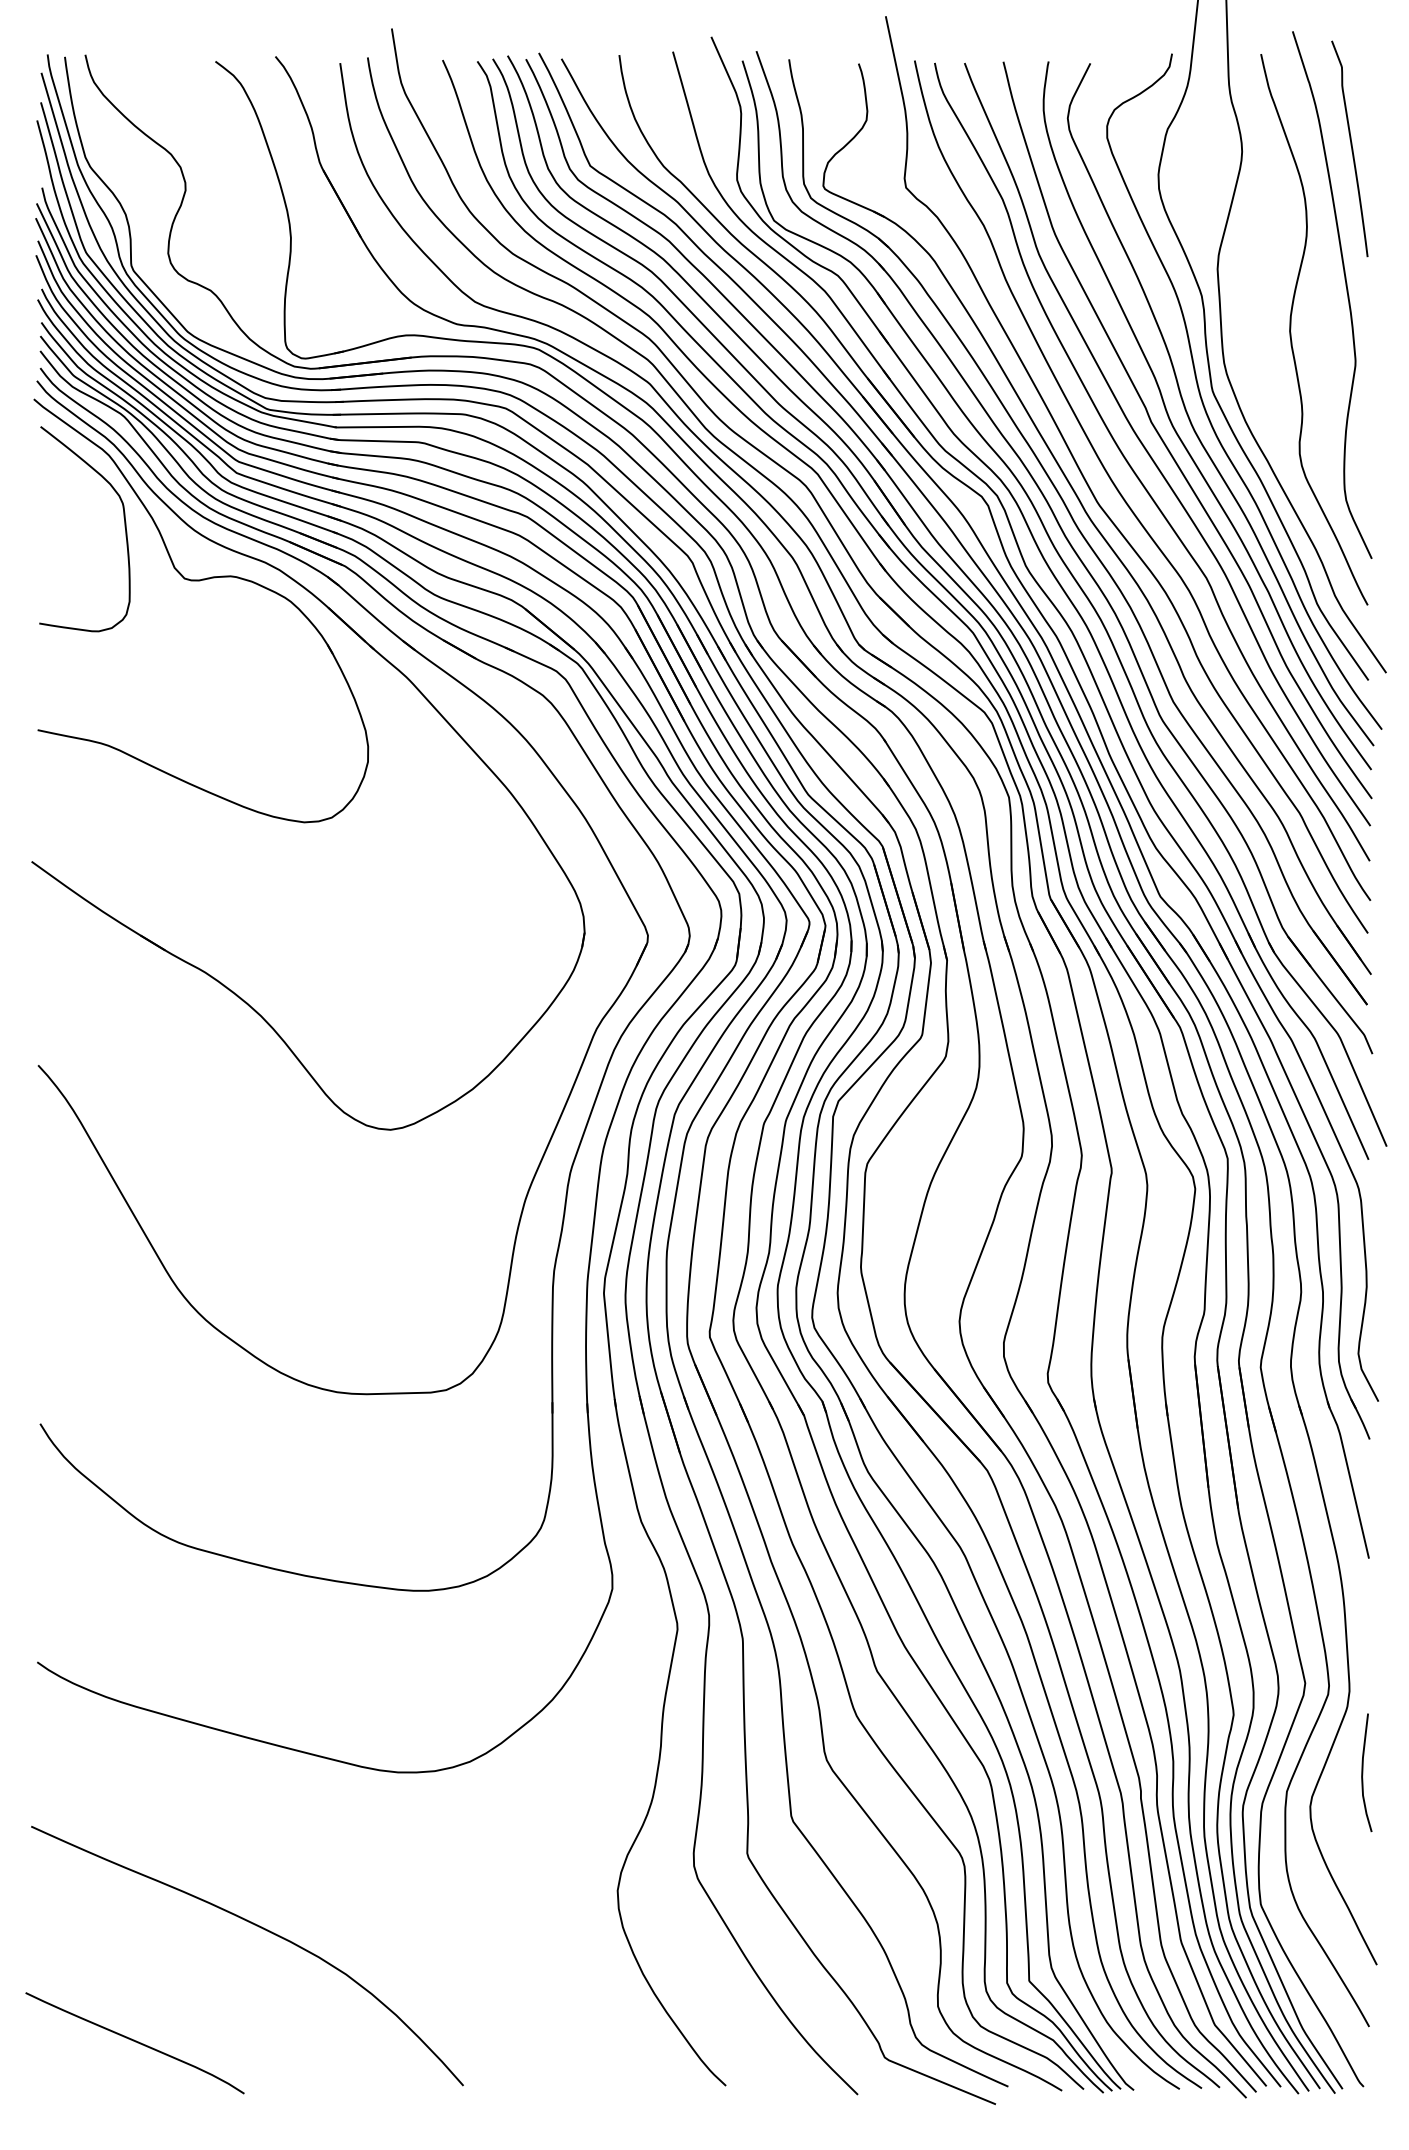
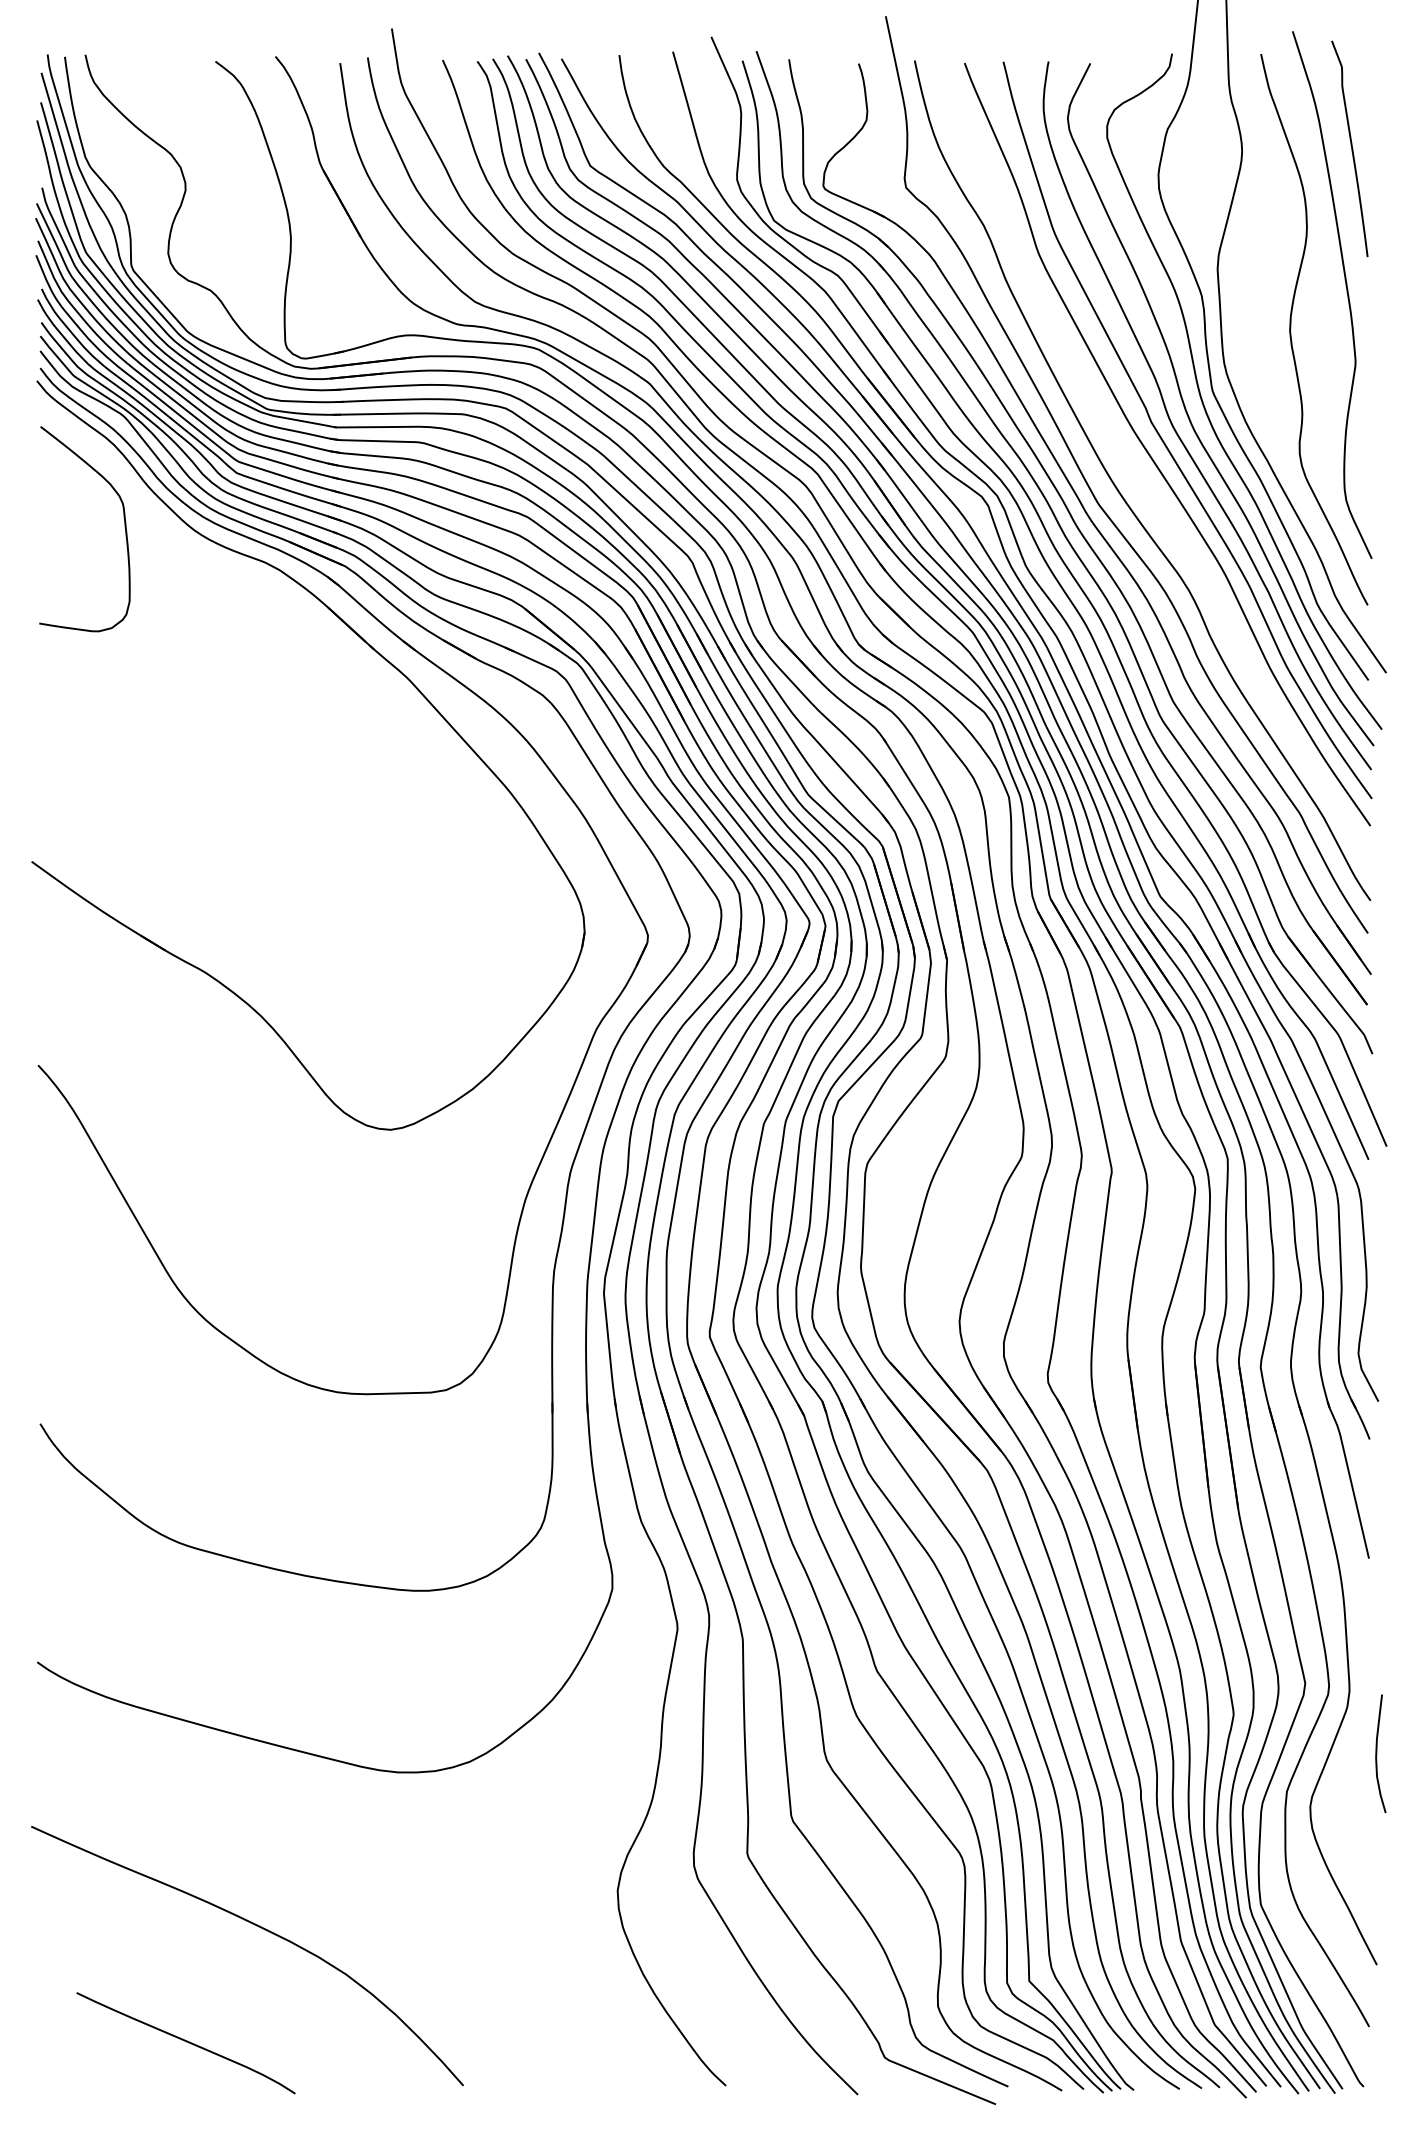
curve at (1136, 473): present -> none
part at (200, 581): present -> none
curve at (1363, 1772) position: (1363, 1772) -> (1377, 1753)
curve at (135, 2042) position: (135, 2042) -> (186, 2042)
